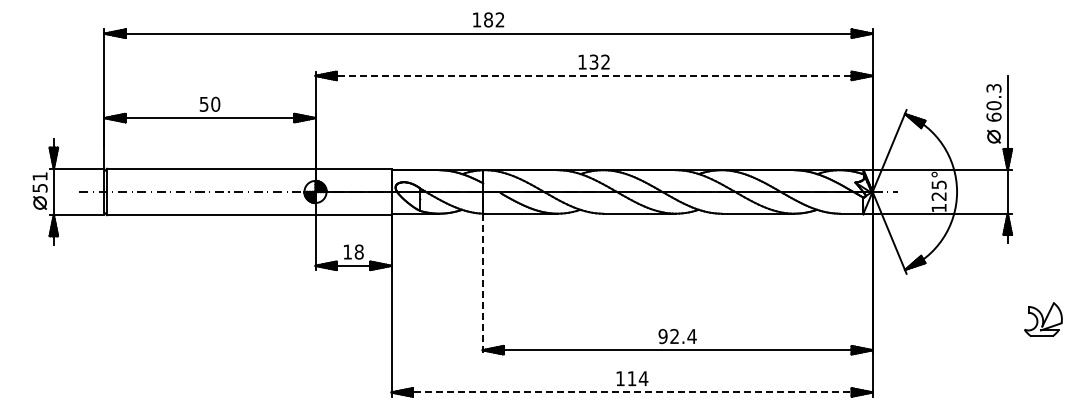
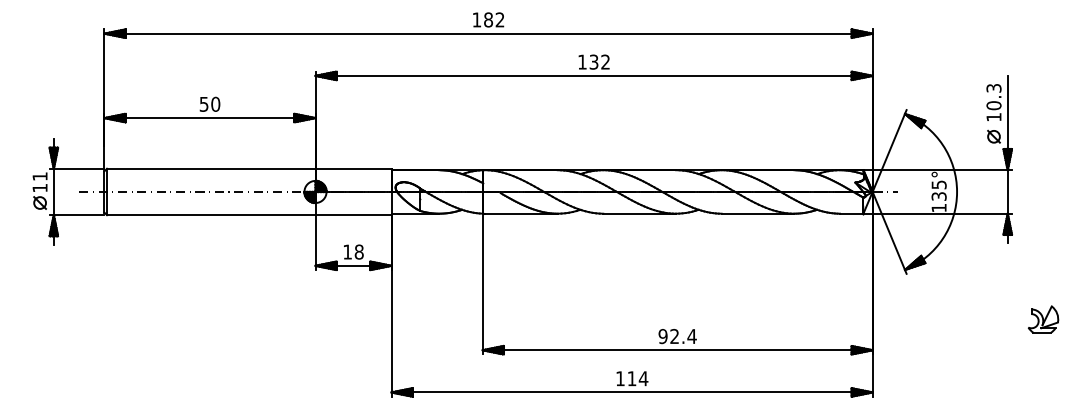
line at (594, 75): dashed -> solid
text at (993, 116): 60.3 -> 10.3
text at (39, 188): 51 -> 11
text at (939, 196): 125° -> 135°
line at (482, 284): dashed -> solid
part at (1043, 319) size: 39x35 px -> 33x29 px
line at (632, 392): dashed -> solid
